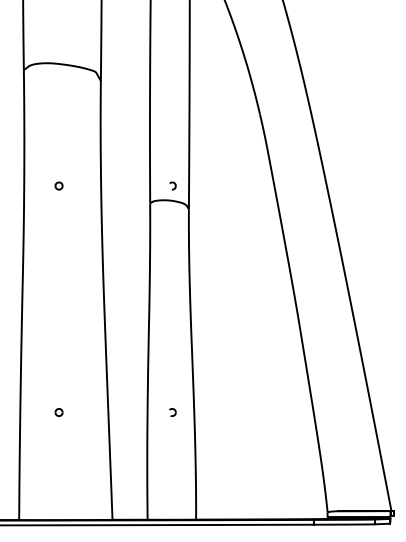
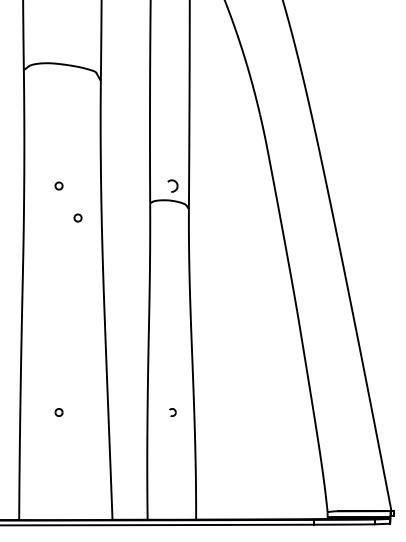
part at (172, 185) size: 8x10 px -> 12x14 px
part at (77, 217): none -> present
